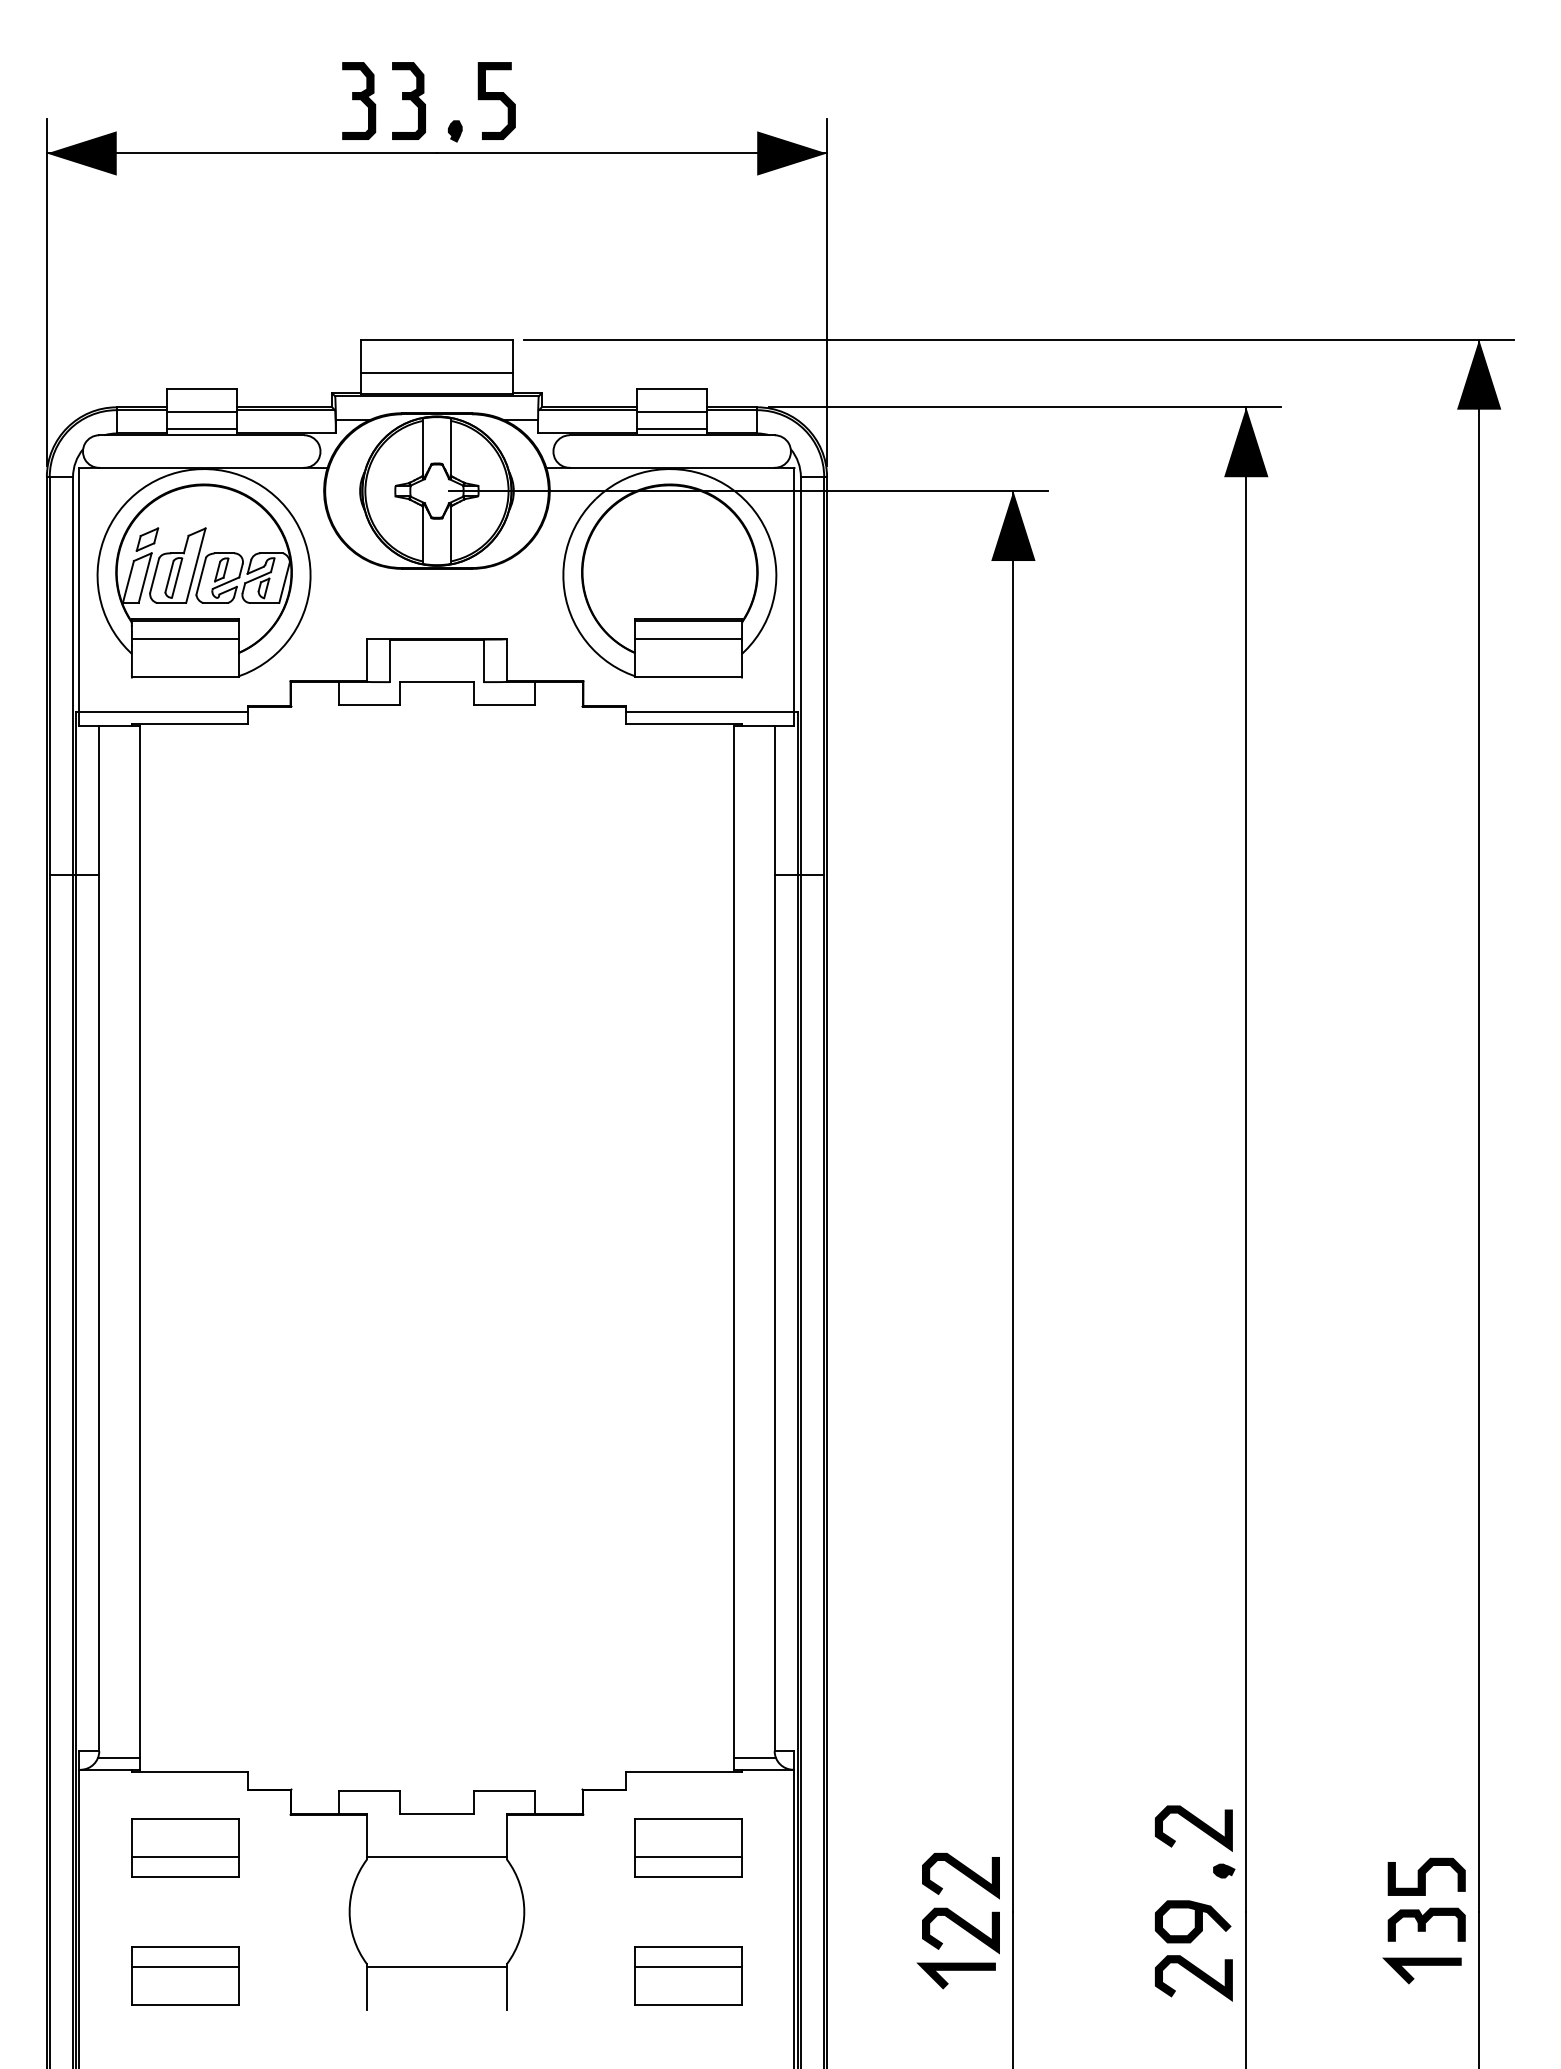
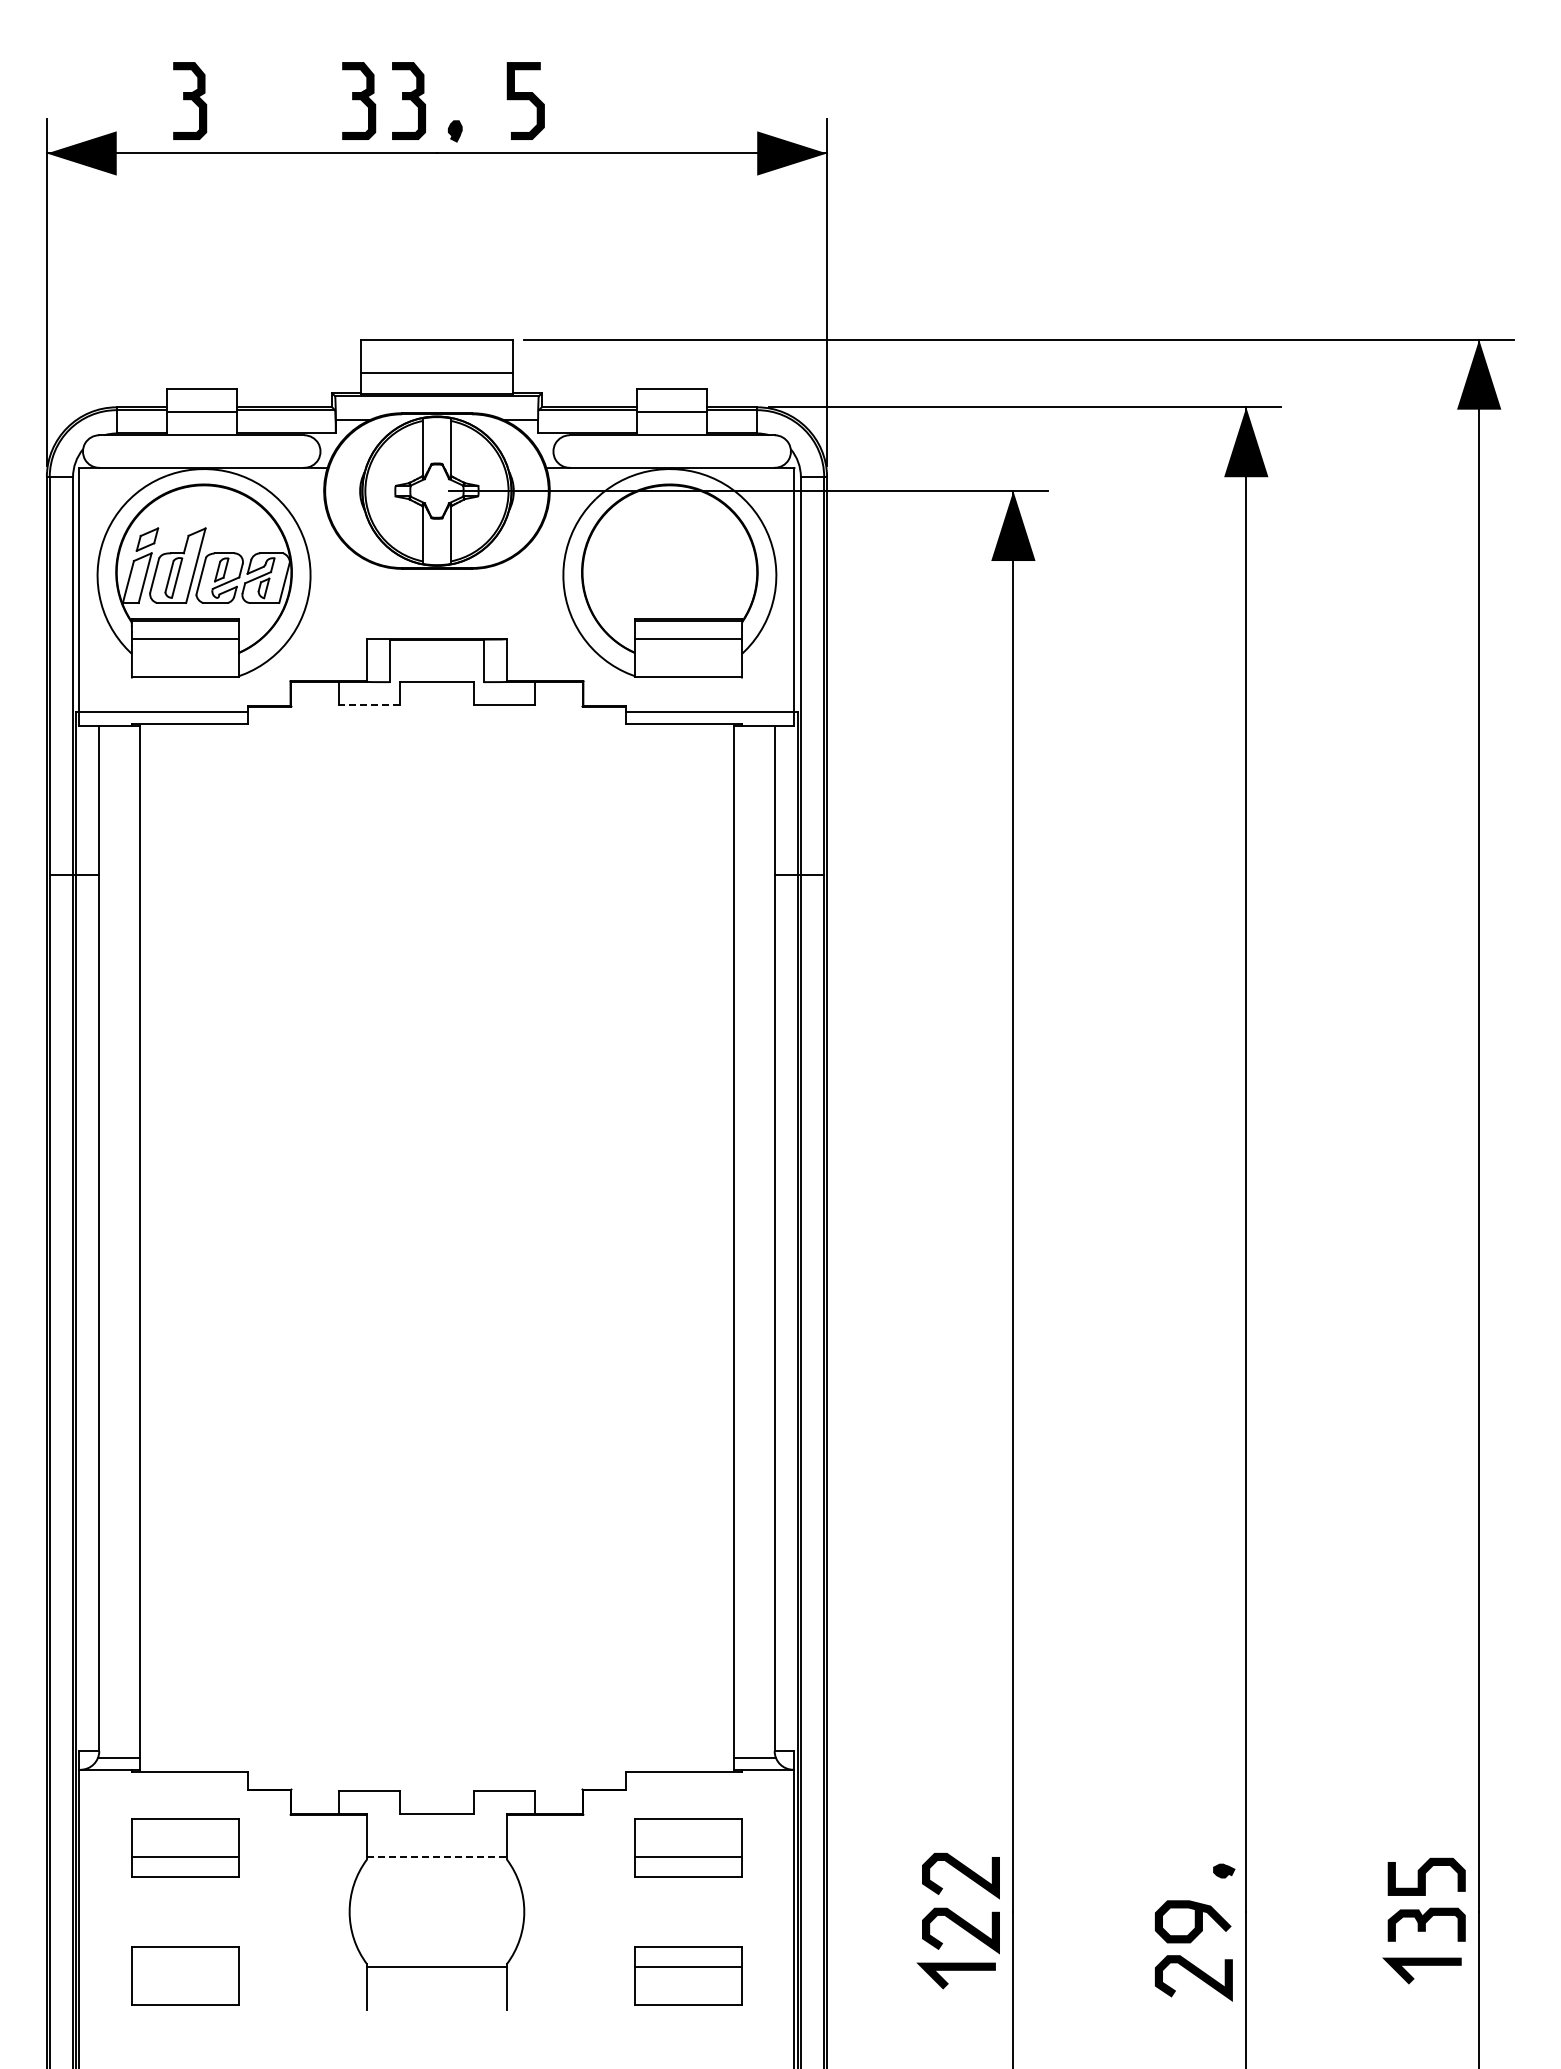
part at (190, 100): none -> present
curve at (496, 100) position: (496, 100) -> (525, 100)
line at (201, 428): present -> none
line at (672, 428): present -> none
line at (368, 705): solid -> dashed
curve at (1195, 1826): present -> none
line at (436, 1857): solid -> dashed
line at (185, 1966): present -> none
